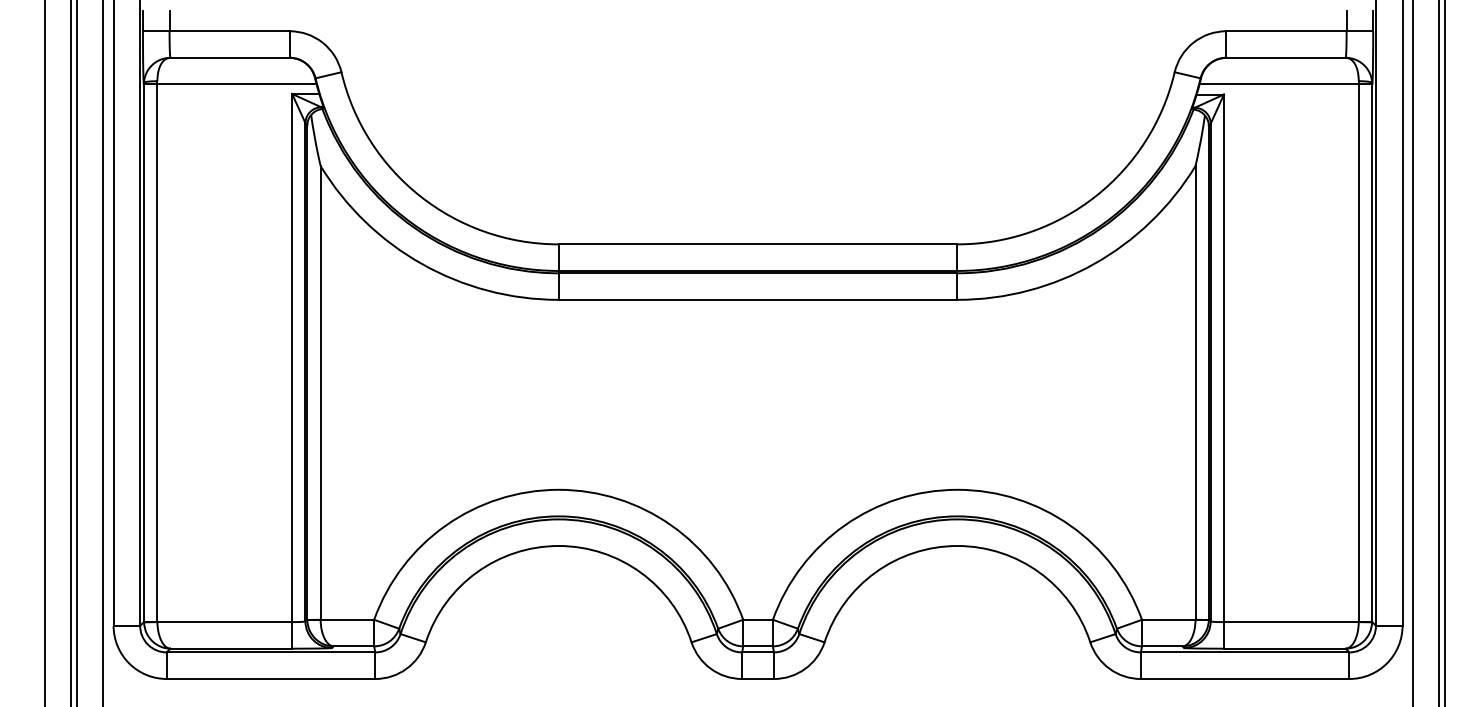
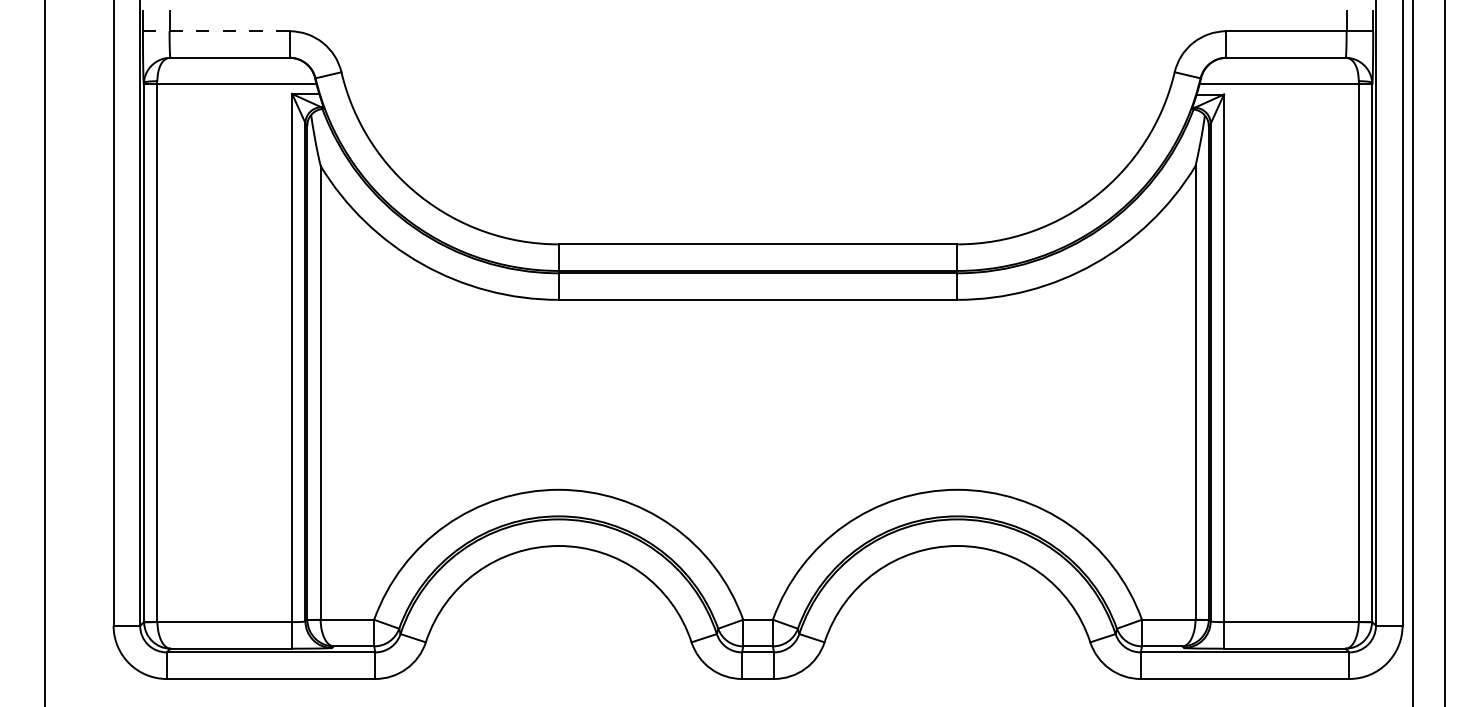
line at (216, 31): solid -> dashed
line at (71, 352): present -> none
line at (76, 352): present -> none
line at (103, 352): present -> none
line at (1439, 352): present -> none
